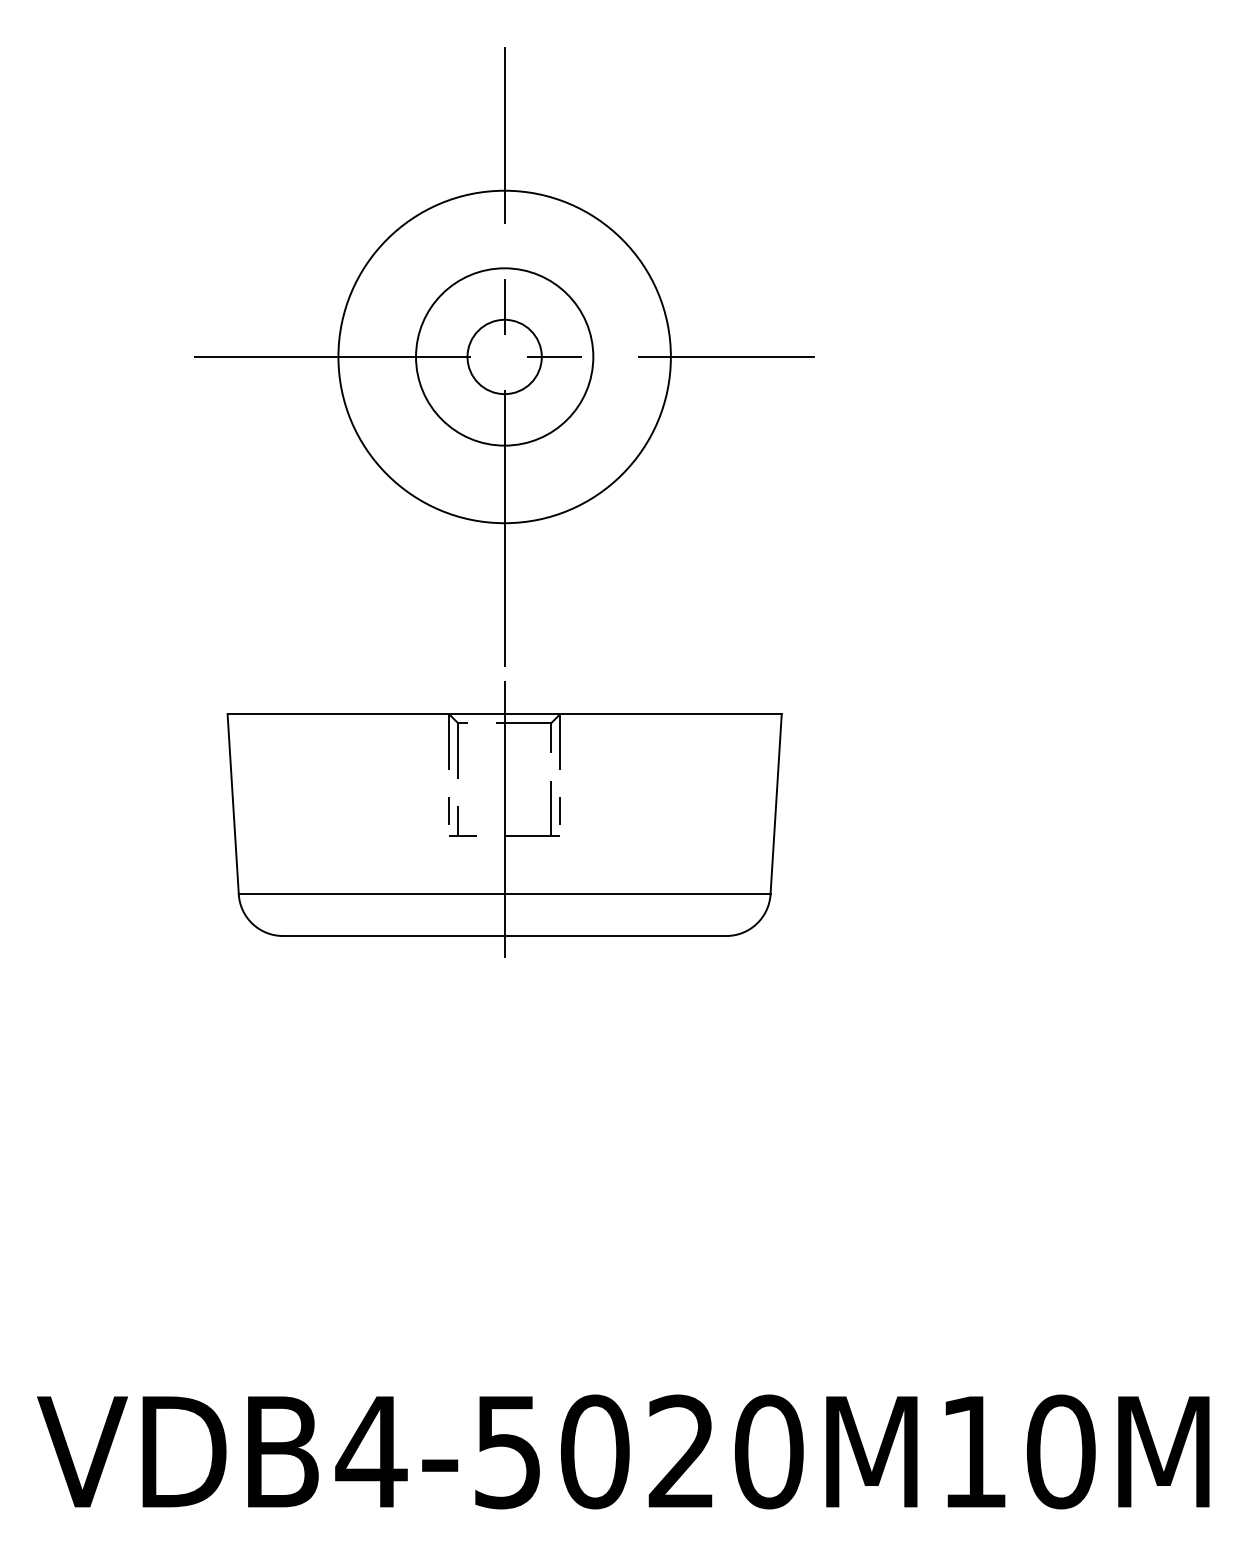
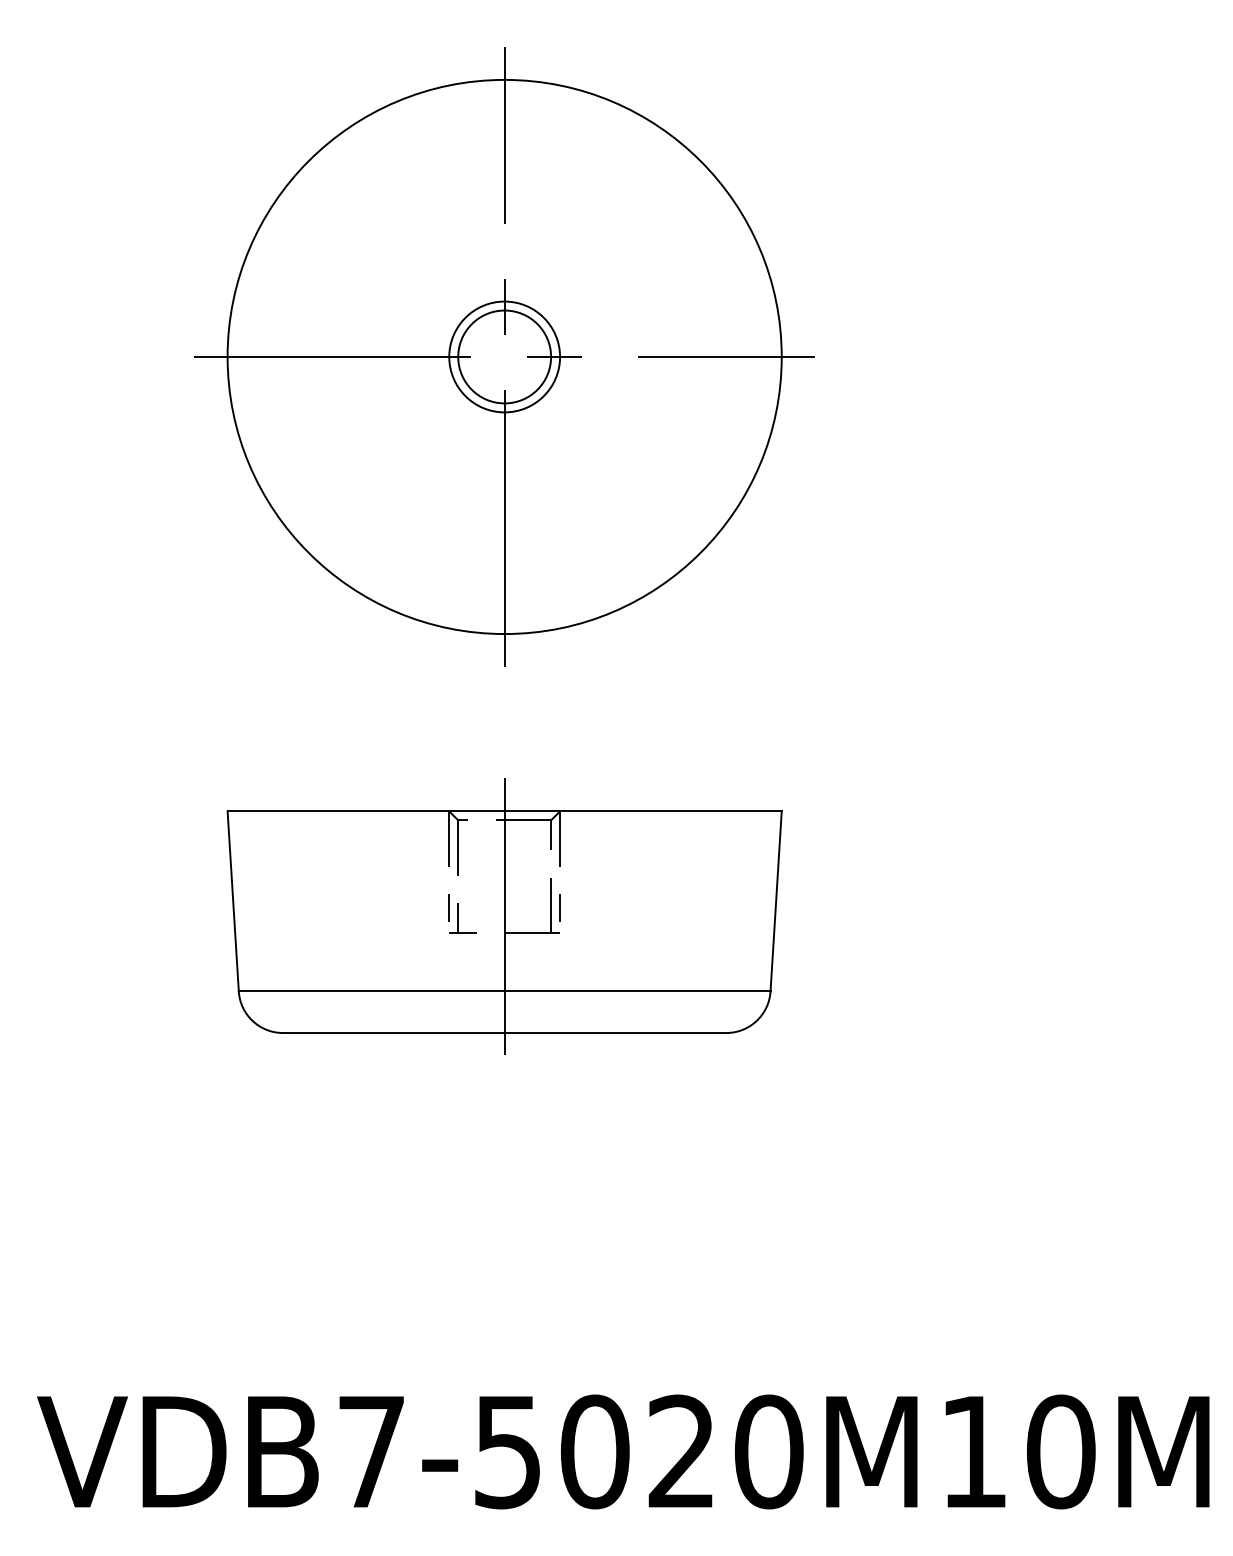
circle at (504, 356) diameter: 177 px -> 111 px
circle at (504, 356) diameter: 332 px -> 554 px
circle at (504, 356) diameter: 74 px -> 93 px
part at (504, 819) position: (504, 819) -> (504, 916)
text at (371, 1451): VDB4-5020M10M -> VDB7-5020M10M
